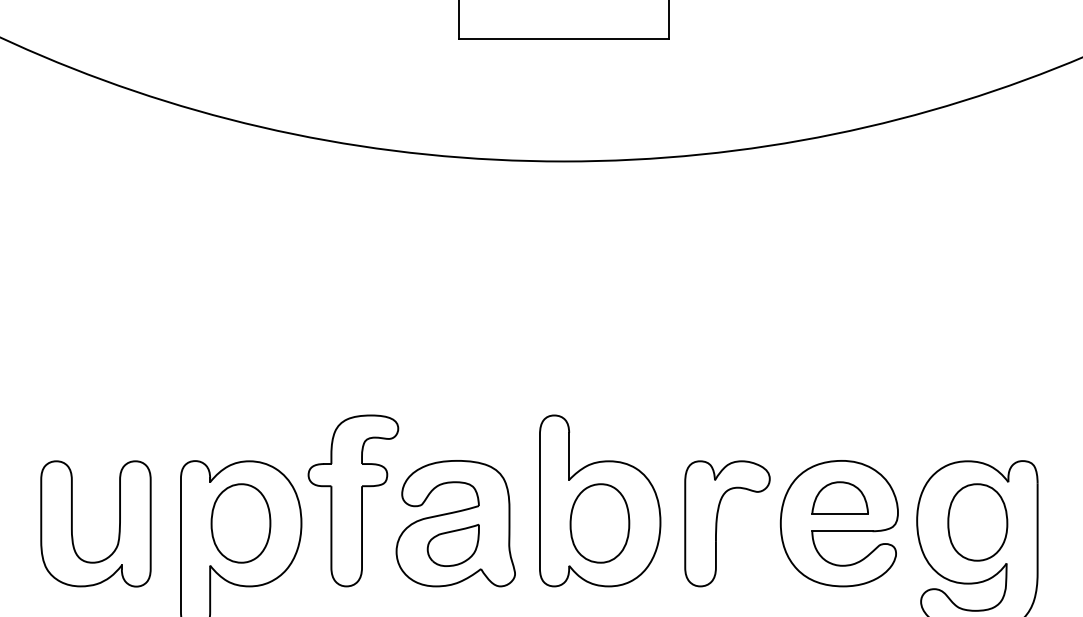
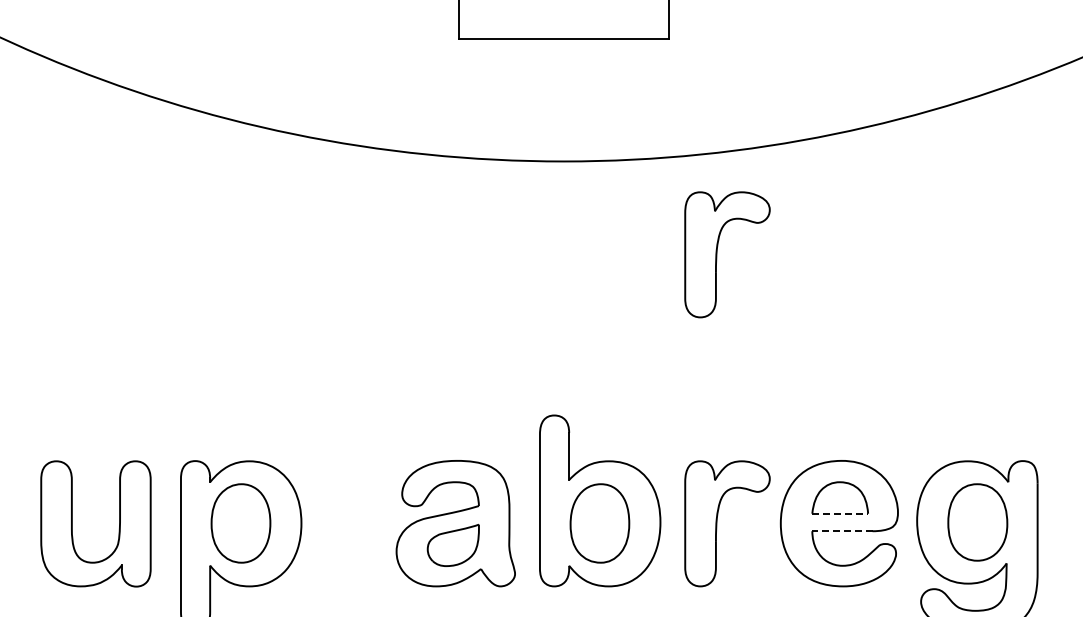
part at (717, 254): none -> present
part at (353, 500): present -> none
line at (840, 513): solid -> dashed
line at (841, 531): solid -> dashed
